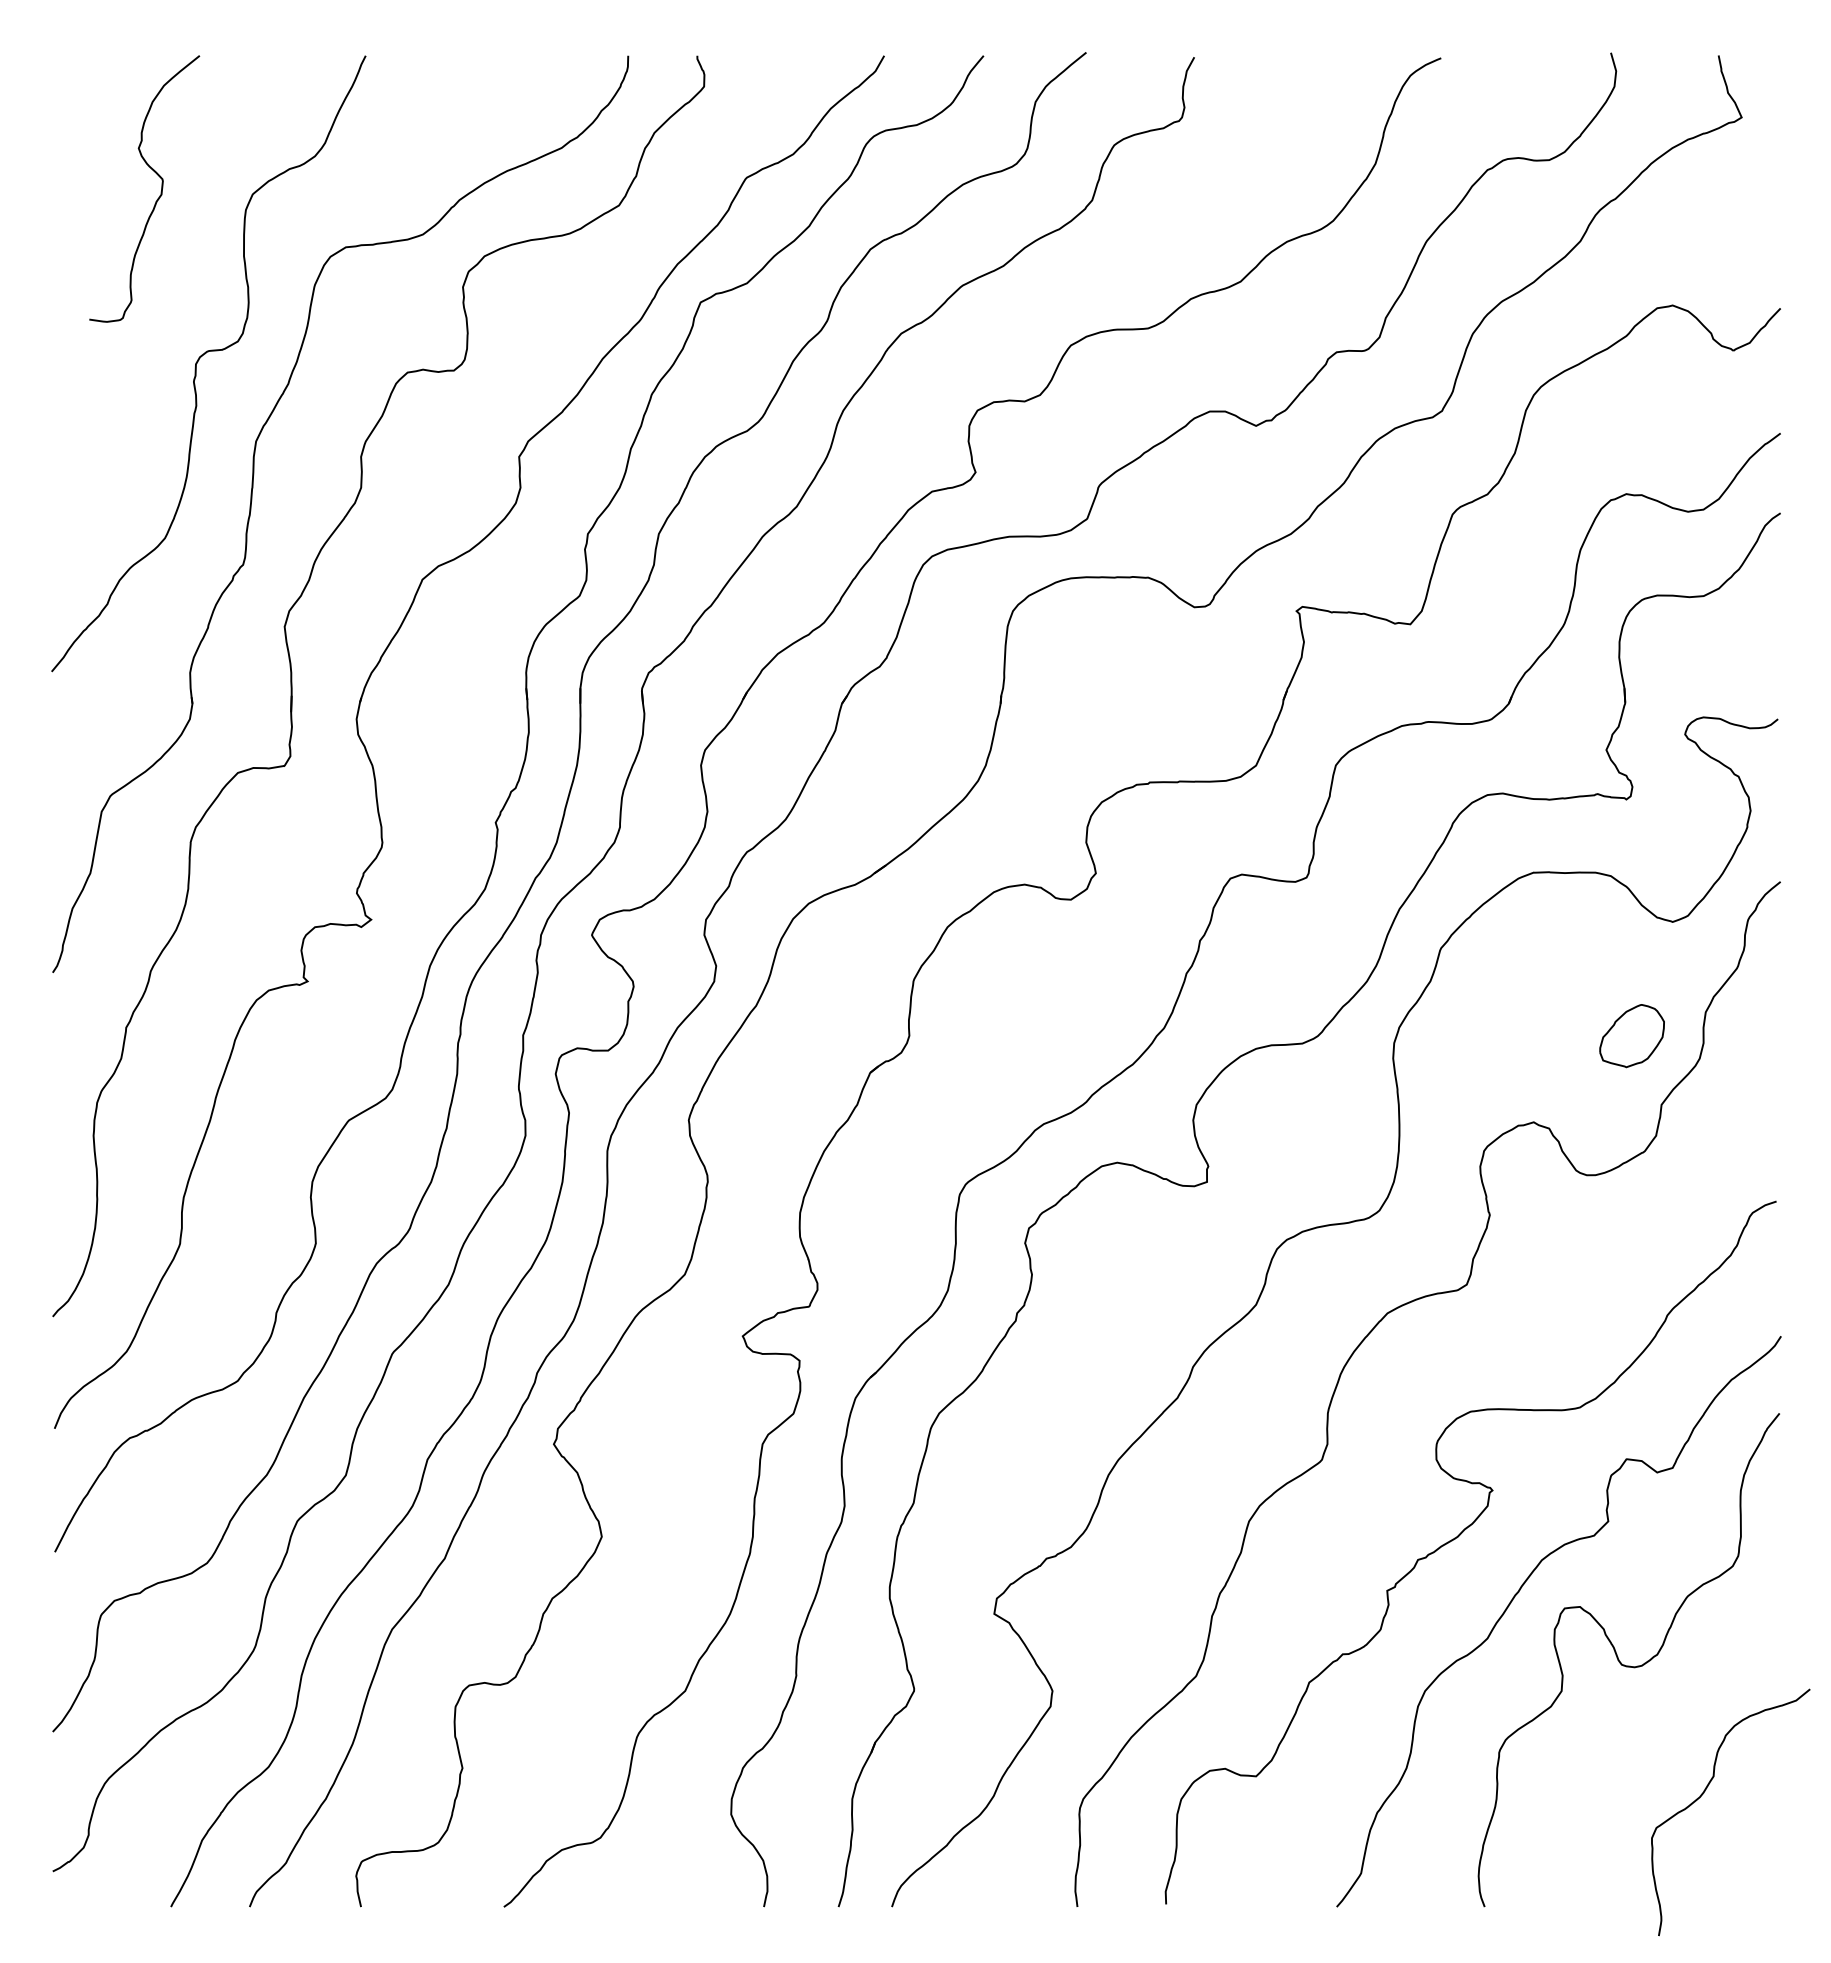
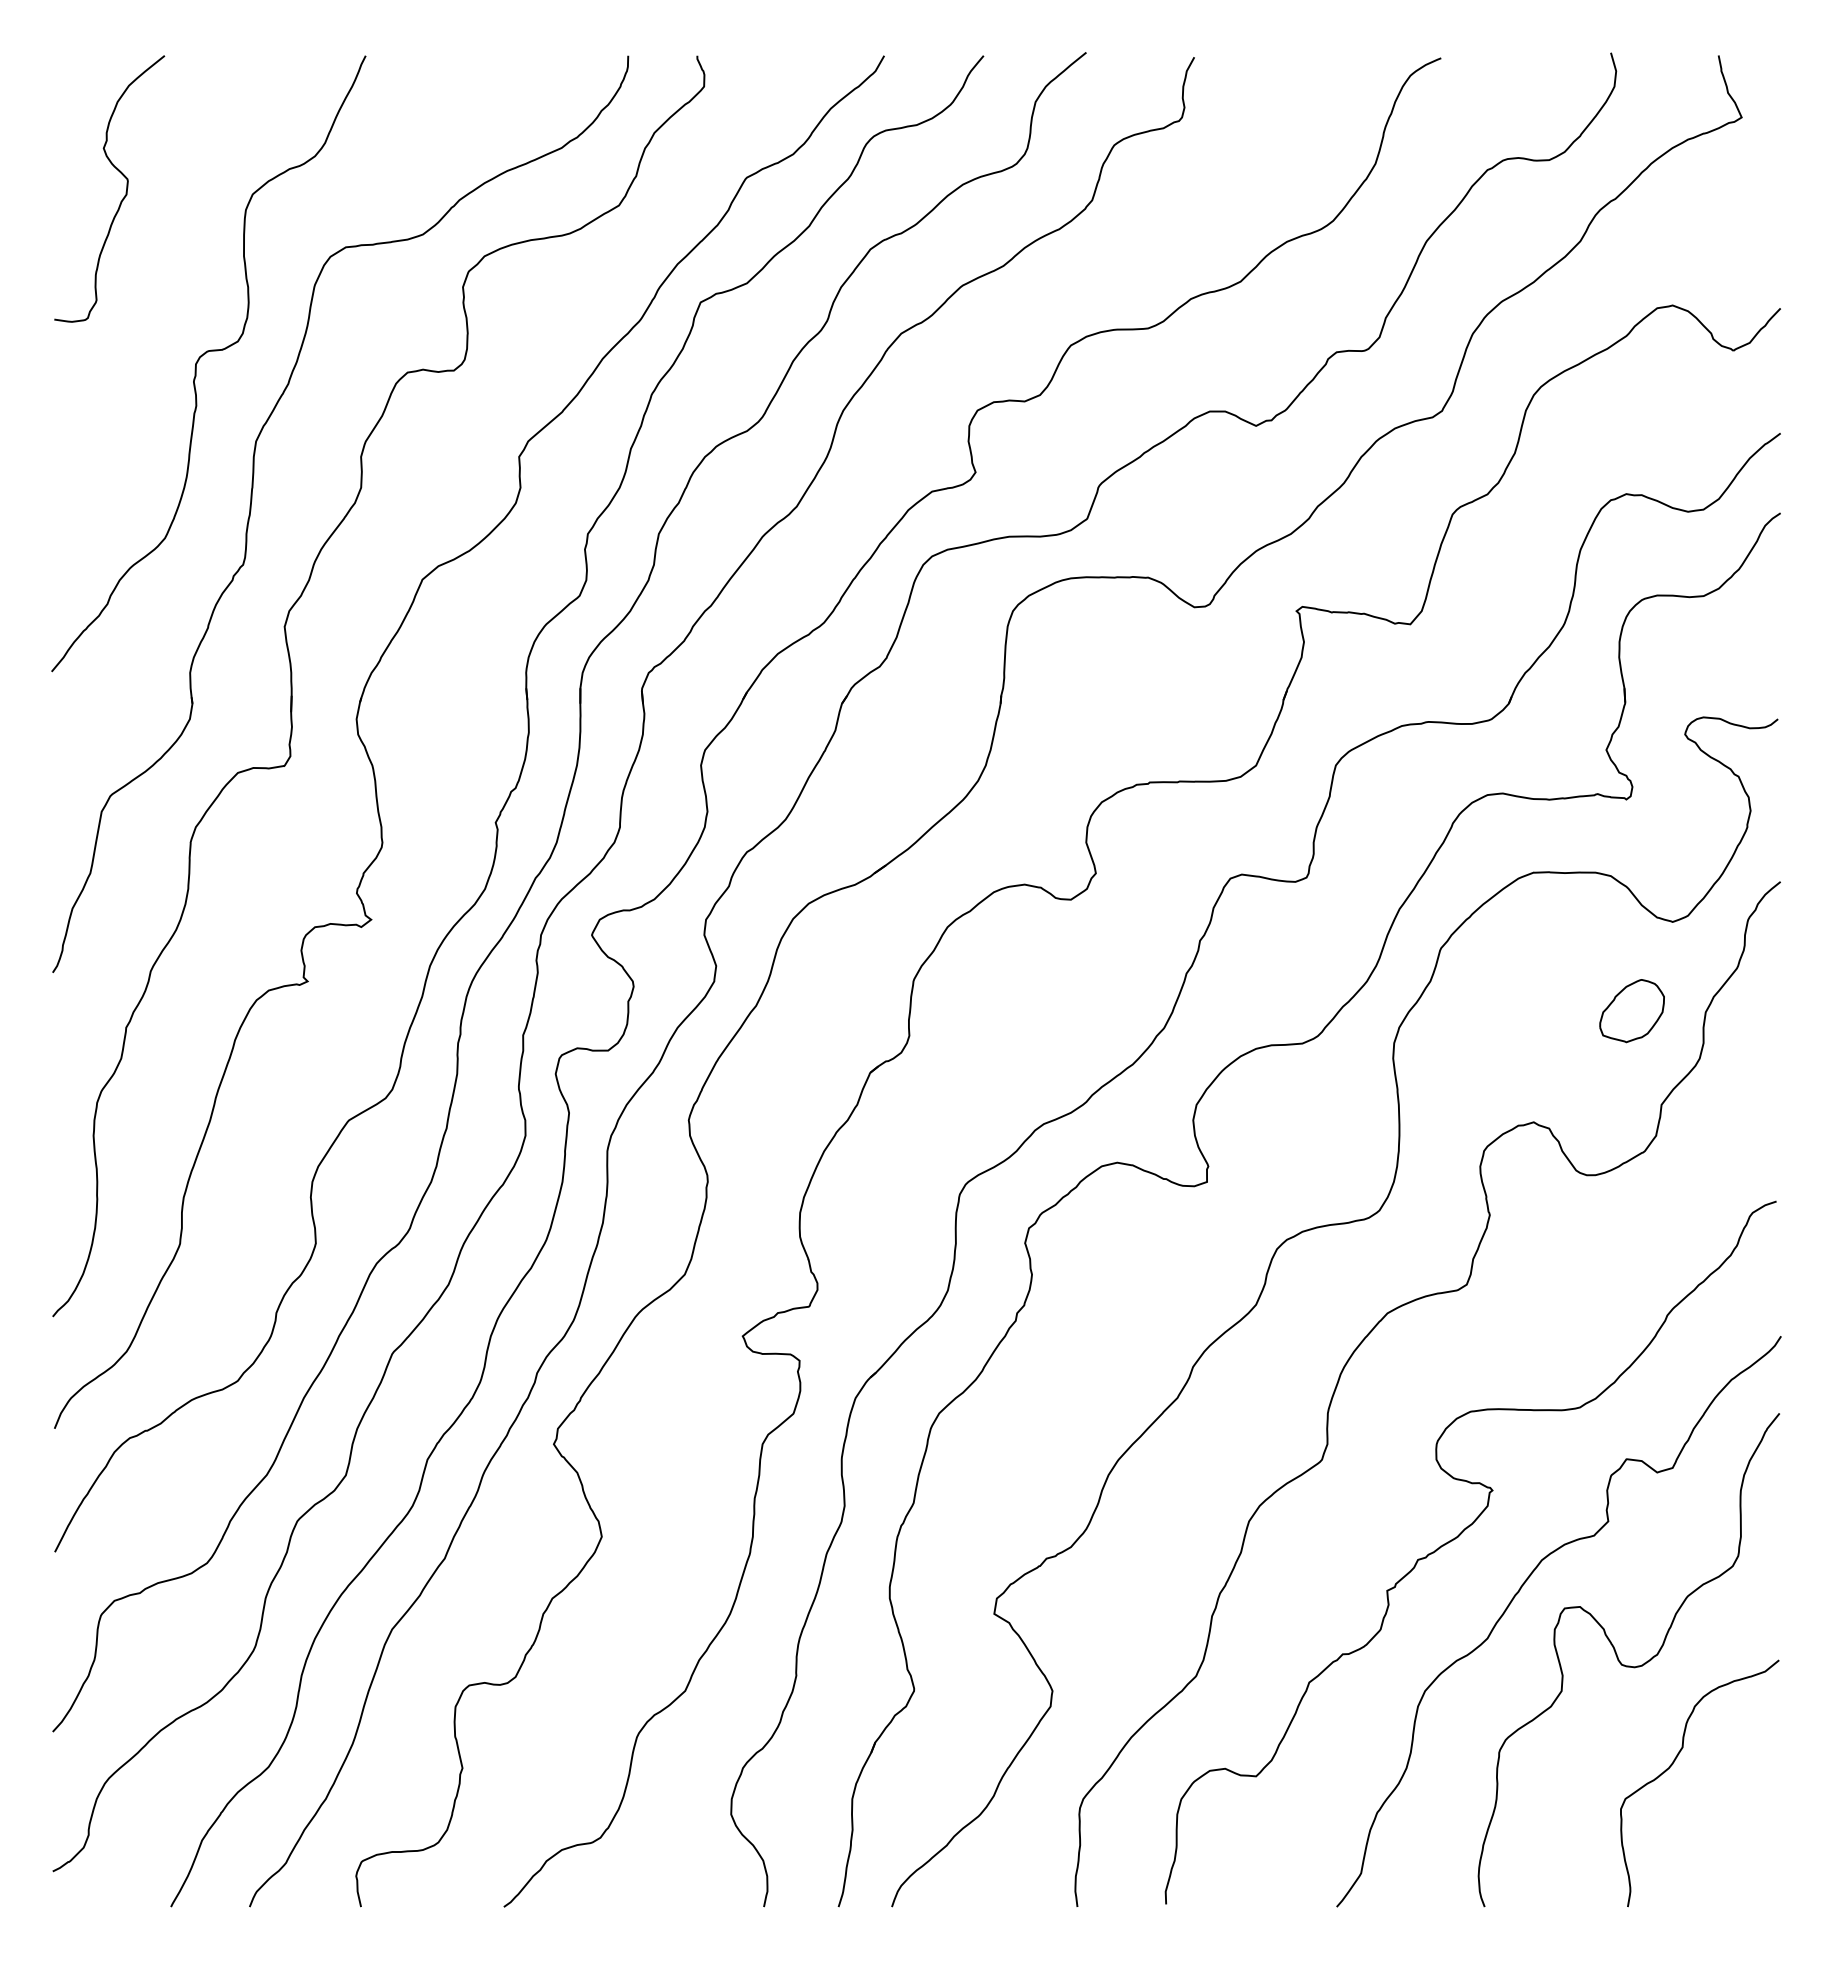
curve at (157, 198) position: (157, 198) -> (122, 198)
part at (1631, 1036) position: (1631, 1036) -> (1631, 1011)
curve at (1704, 1793) position: (1704, 1793) -> (1673, 1764)
